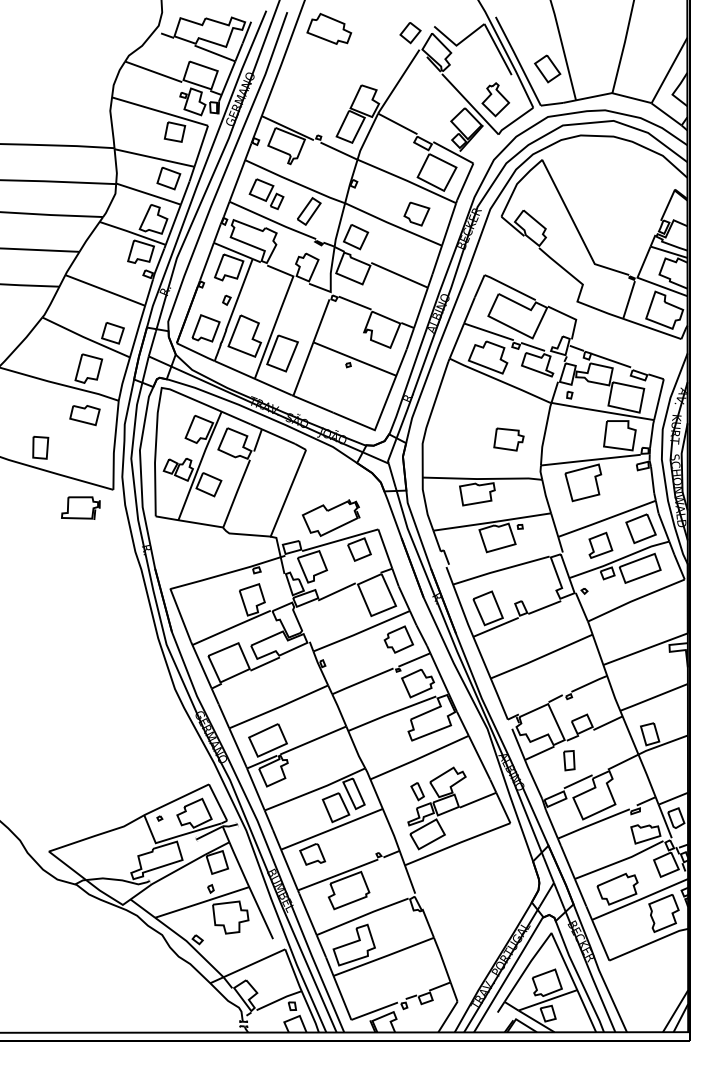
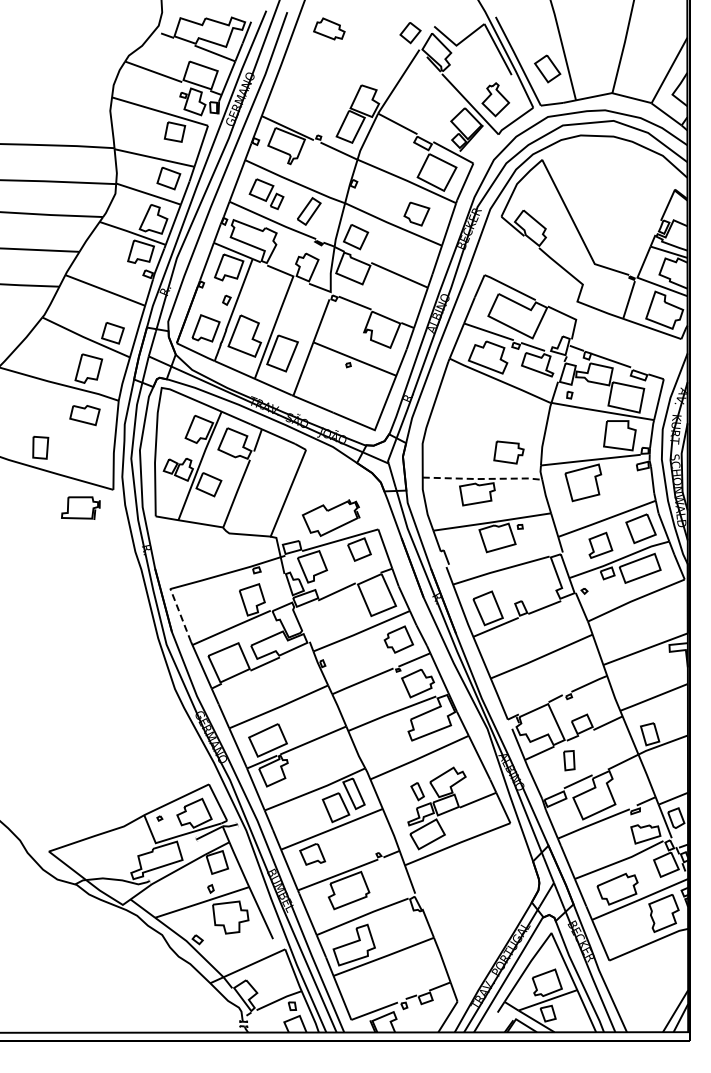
part at (329, 28) size: 47x32 px -> 33x24 px
part at (508, 439) position: (508, 439) -> (508, 452)
line at (482, 478): solid -> dashed
line at (180, 615): solid -> dashed
